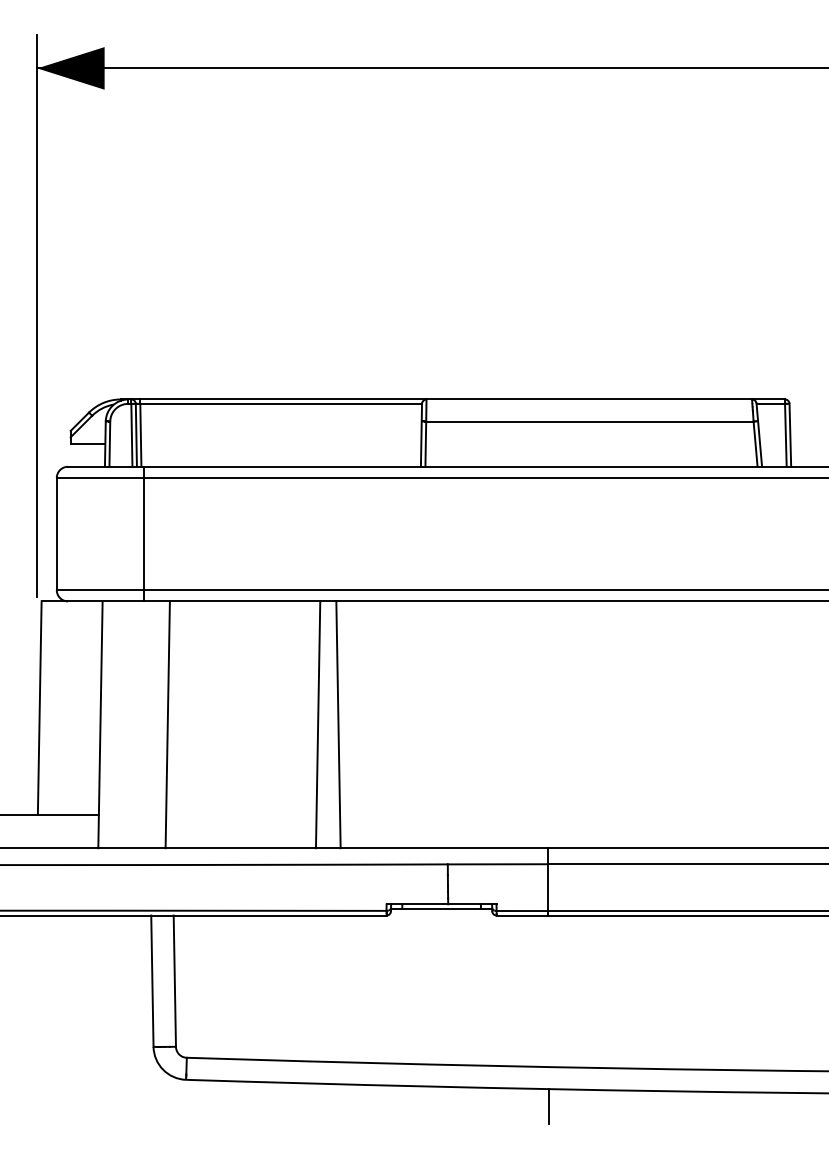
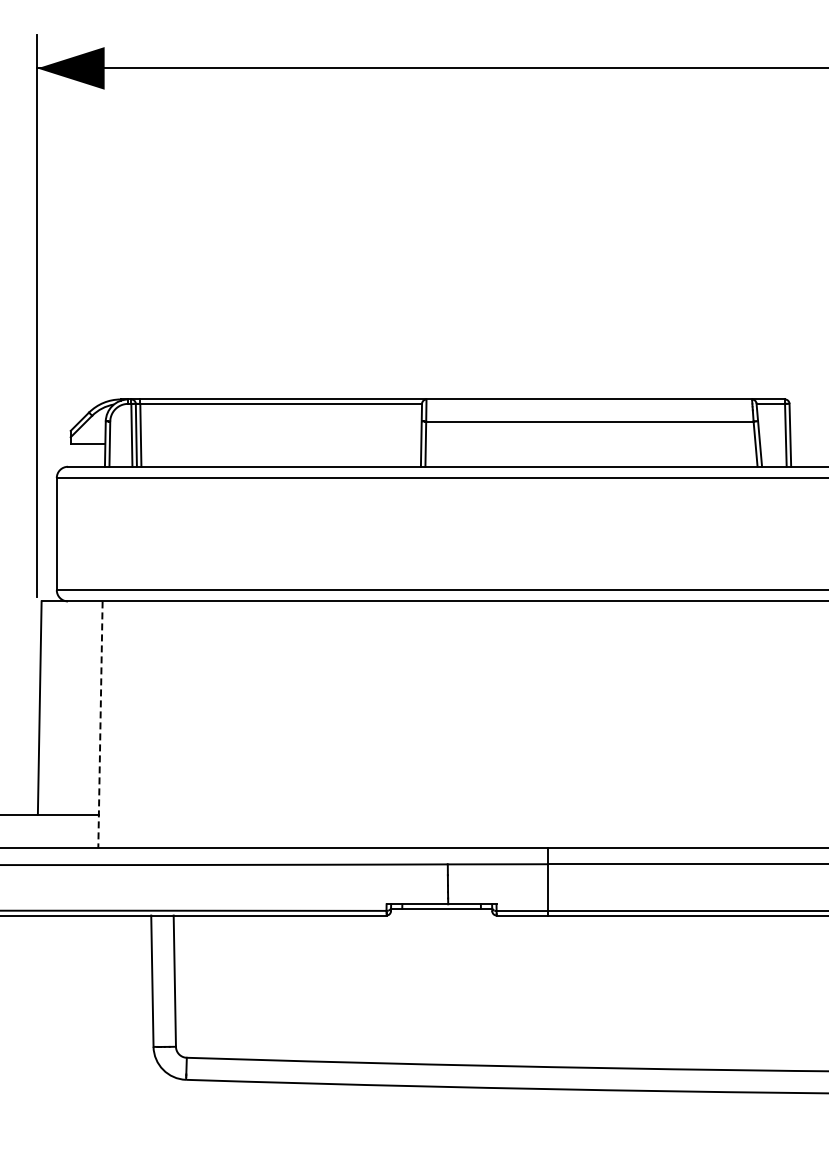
line at (144, 533): present -> none
line at (167, 724): present -> none
line at (317, 724): present -> none
line at (338, 724): present -> none
line at (100, 725): solid -> dashed
line at (548, 1106): present -> none
